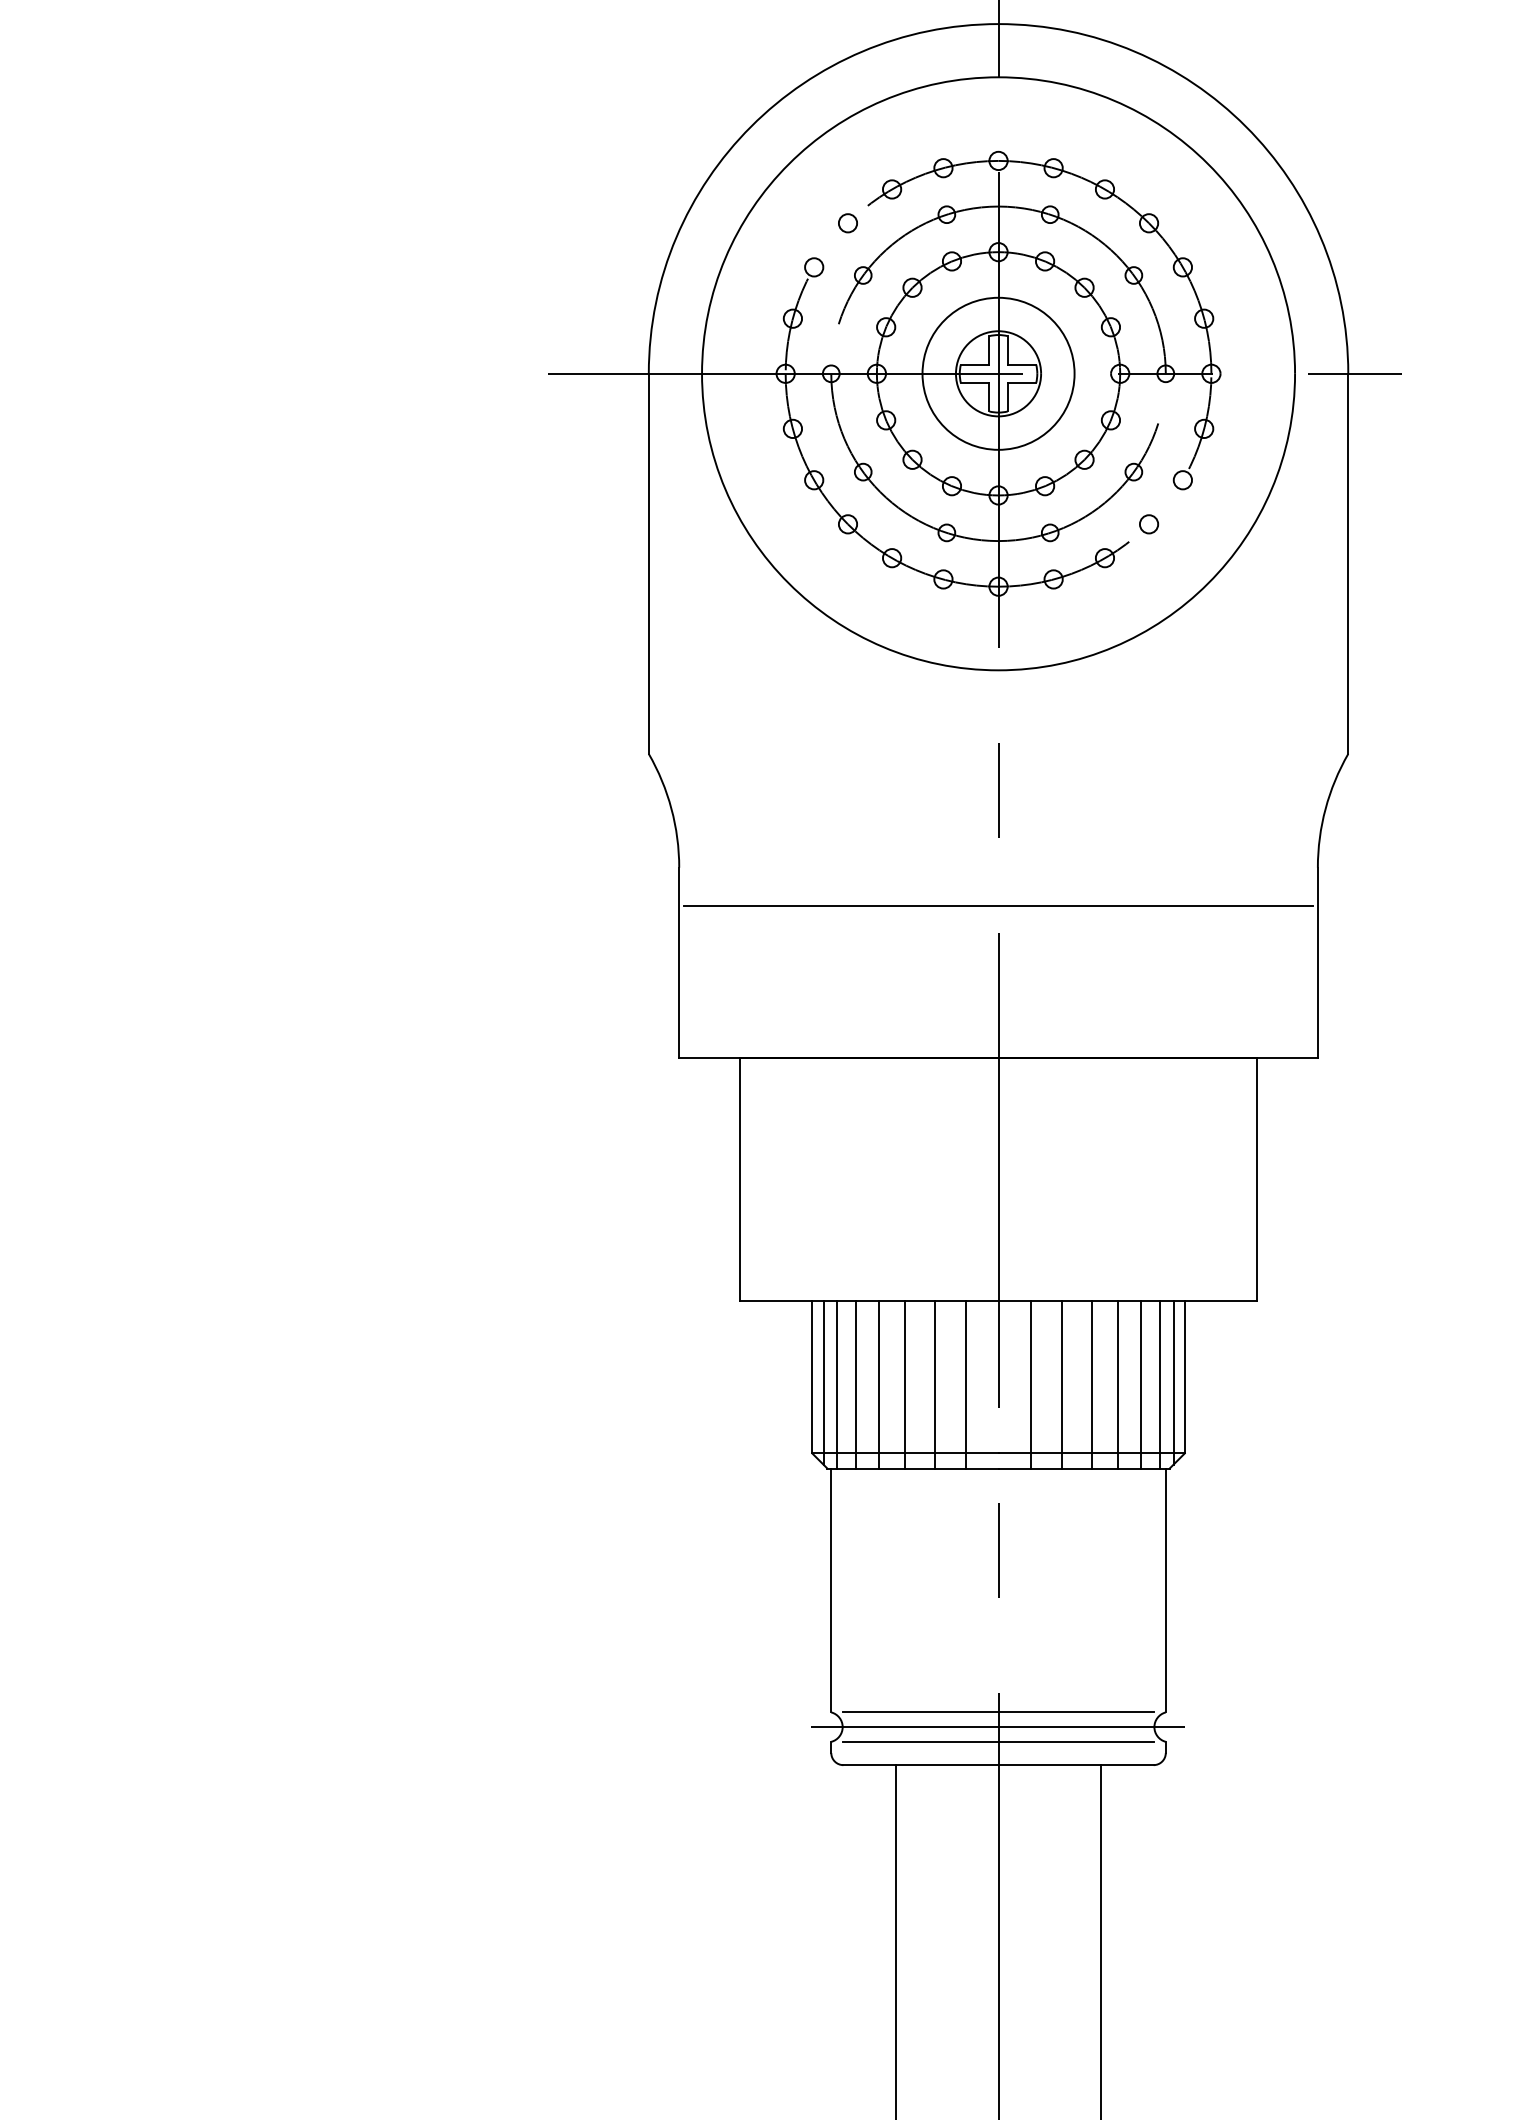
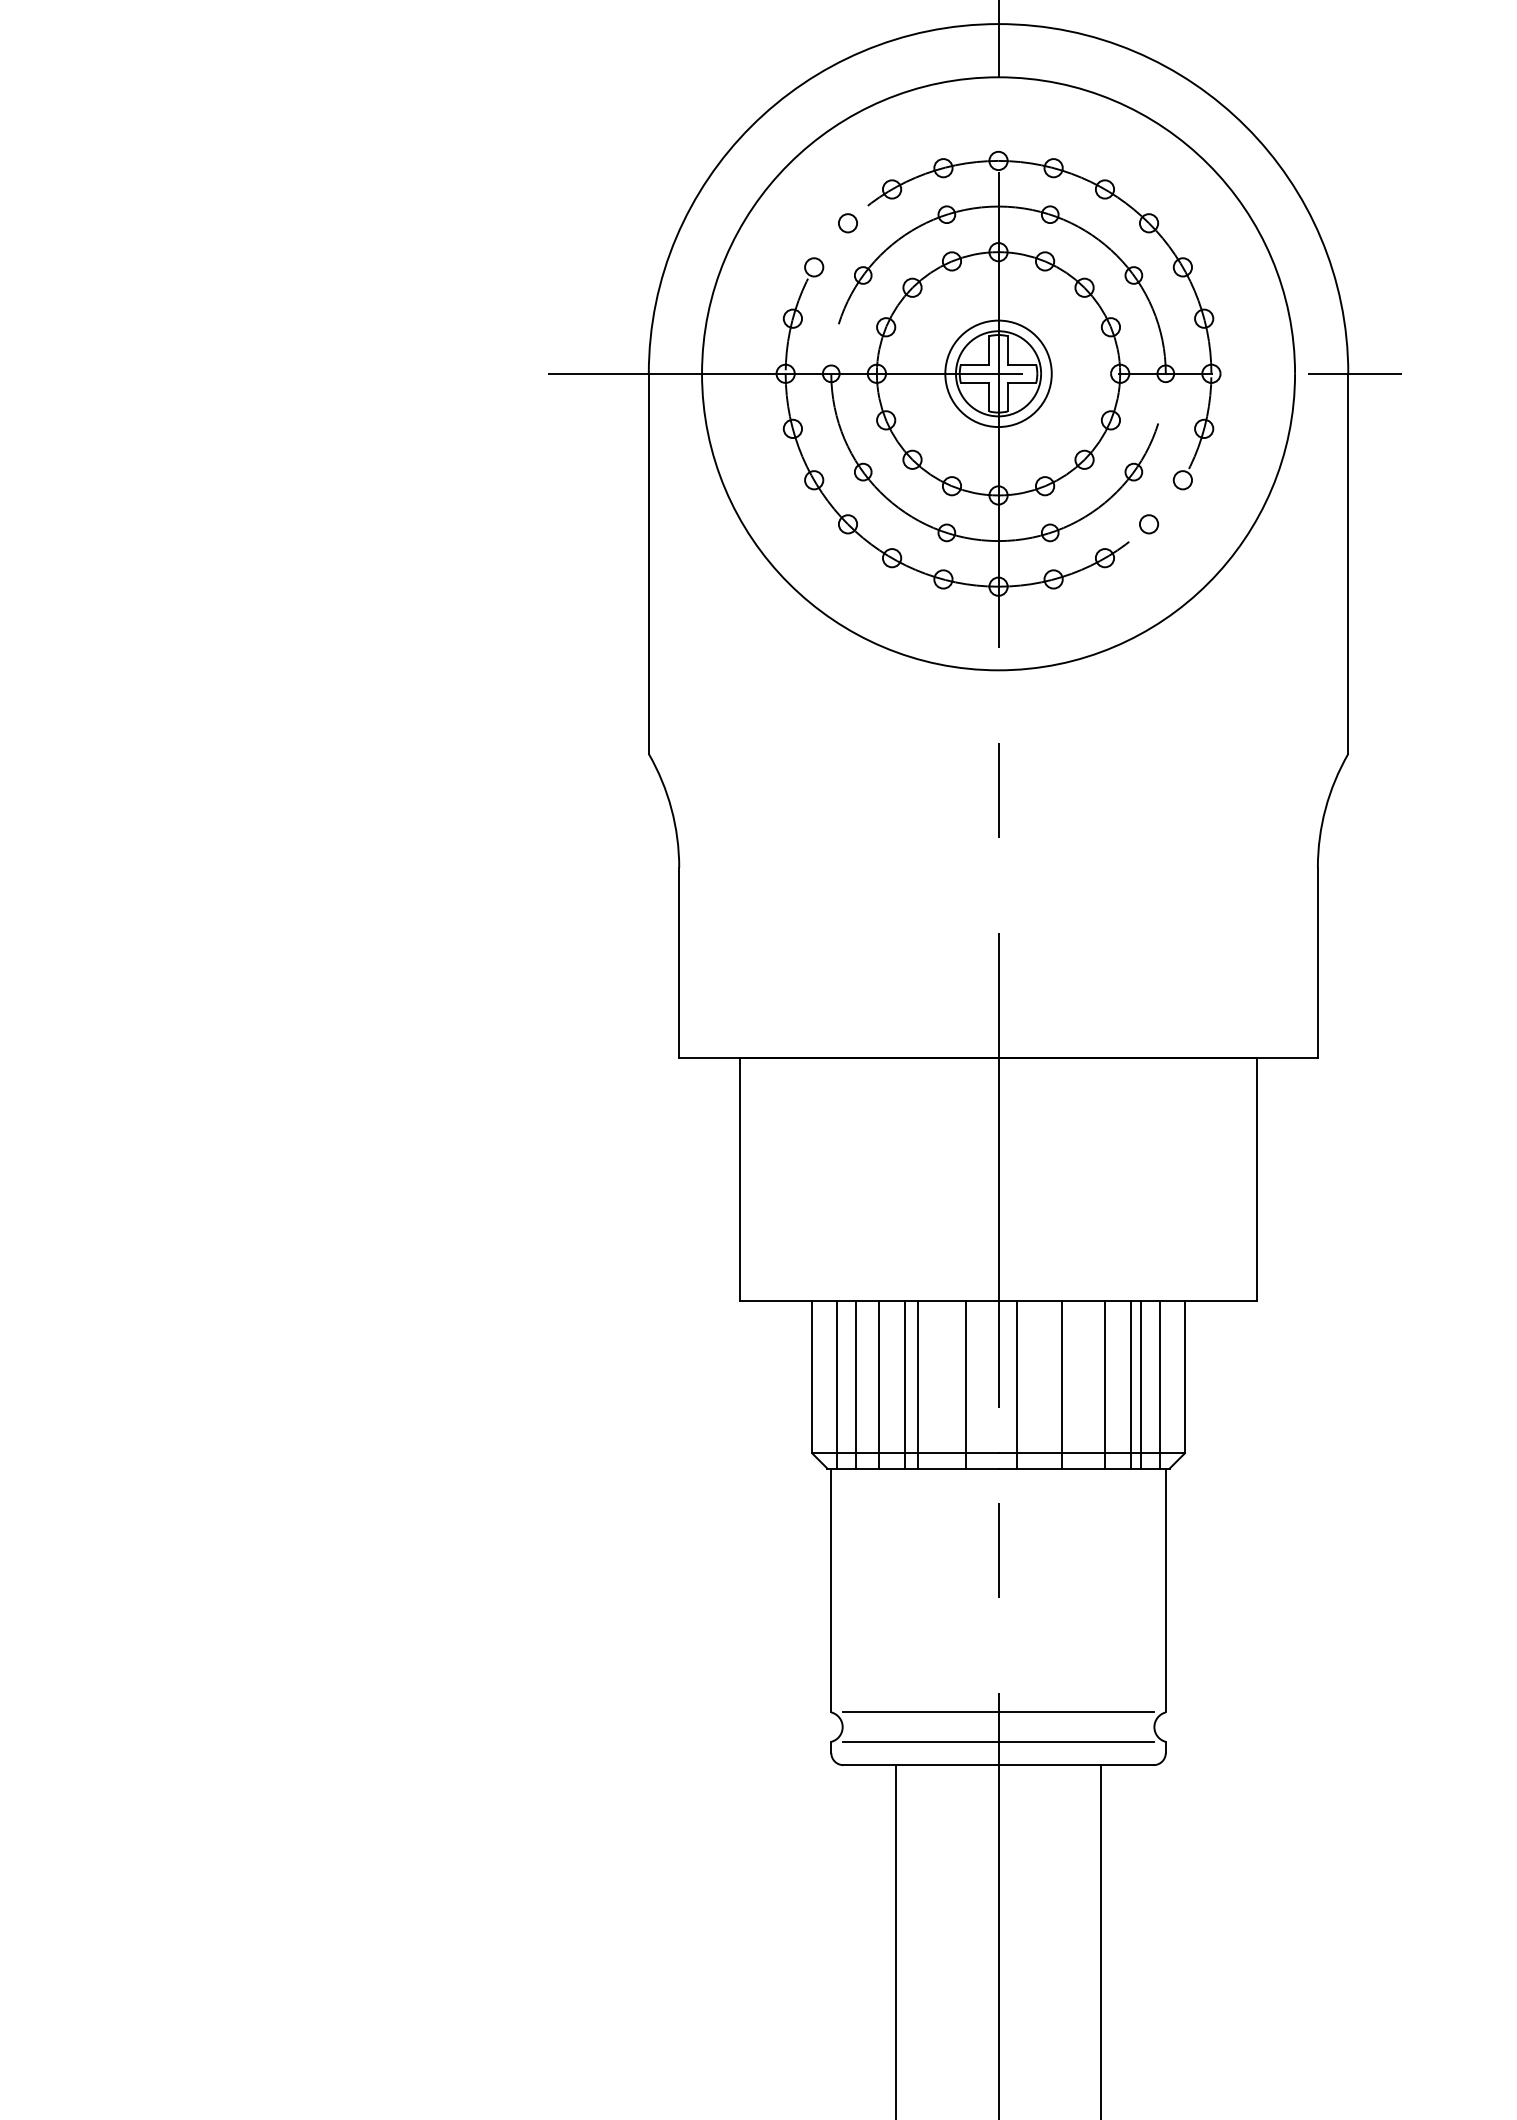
circle at (998, 373) diameter: 152 px -> 106 px
line at (998, 906): present -> none
line at (823, 1382): present -> none
line at (1173, 1382): present -> none
line at (934, 1384) position: (934, 1384) -> (917, 1384)
line at (1030, 1384) position: (1030, 1384) -> (1016, 1384)
line at (1091, 1384) position: (1091, 1384) -> (1104, 1384)
line at (1118, 1384) position: (1118, 1384) -> (1131, 1384)
line at (998, 1727): present -> none
